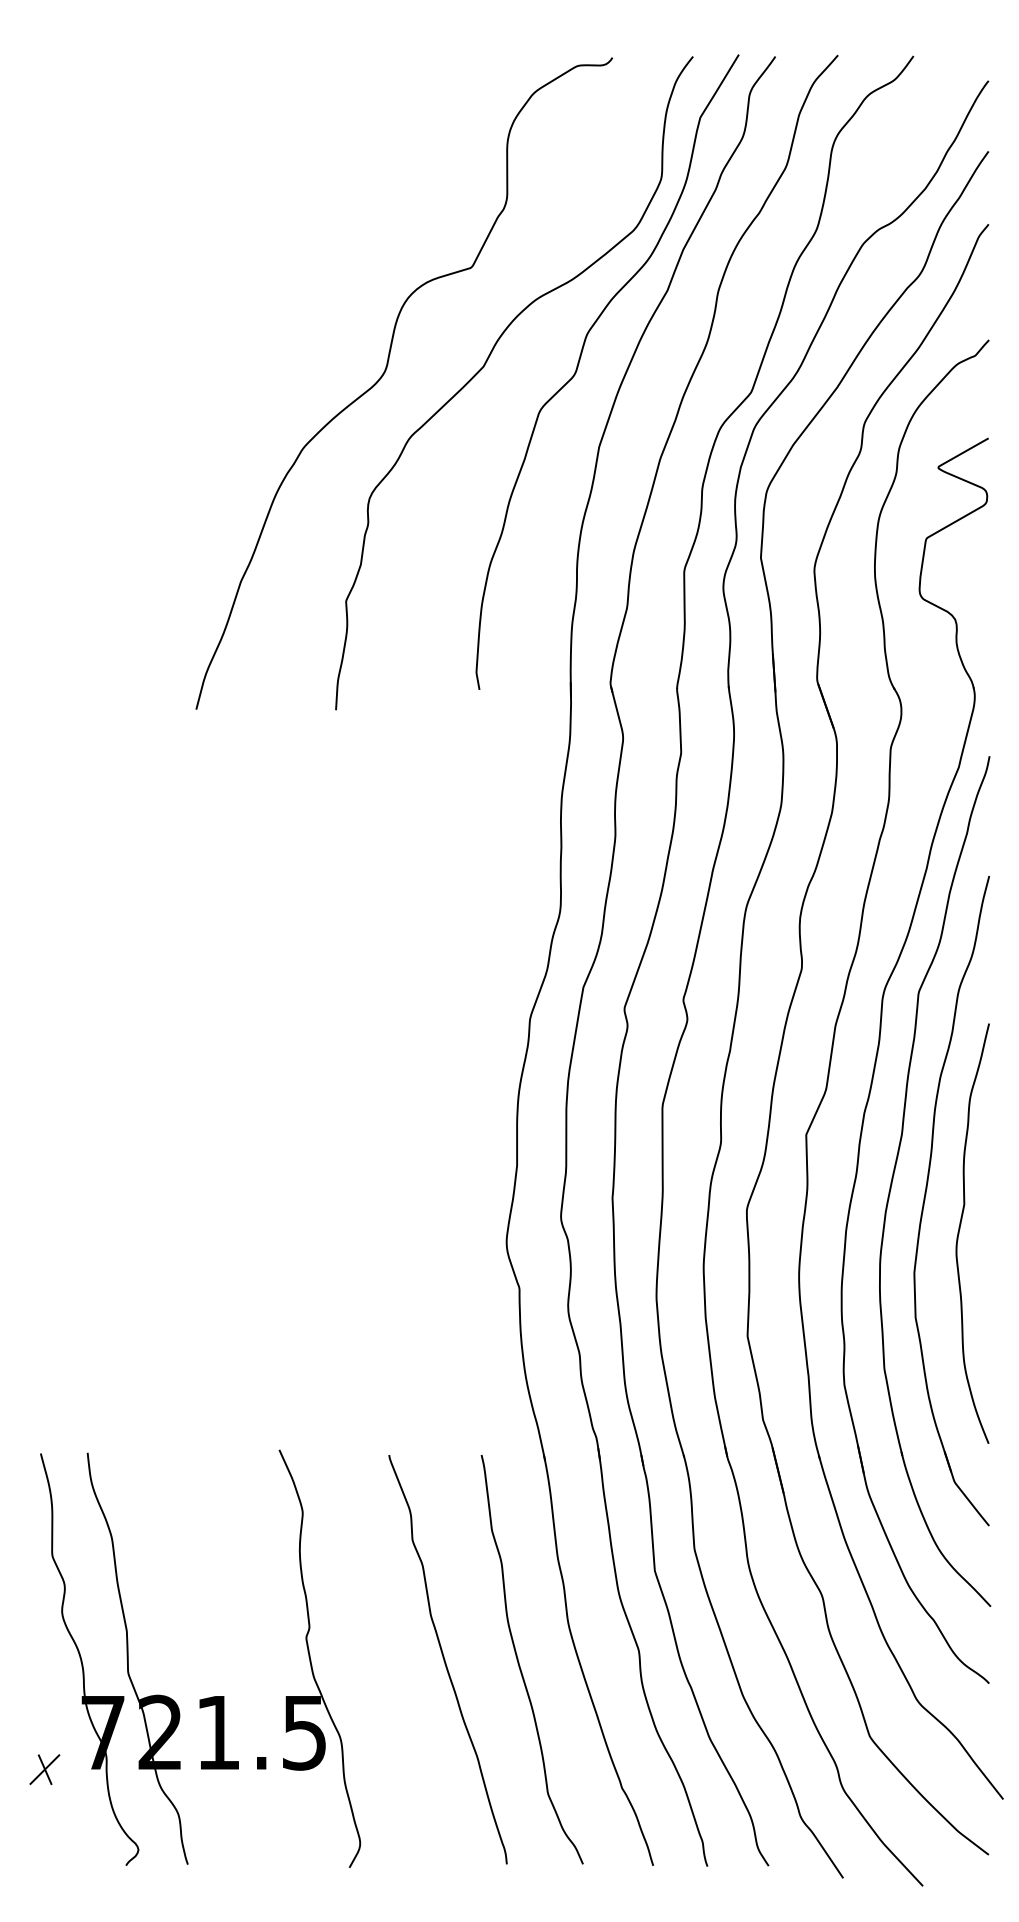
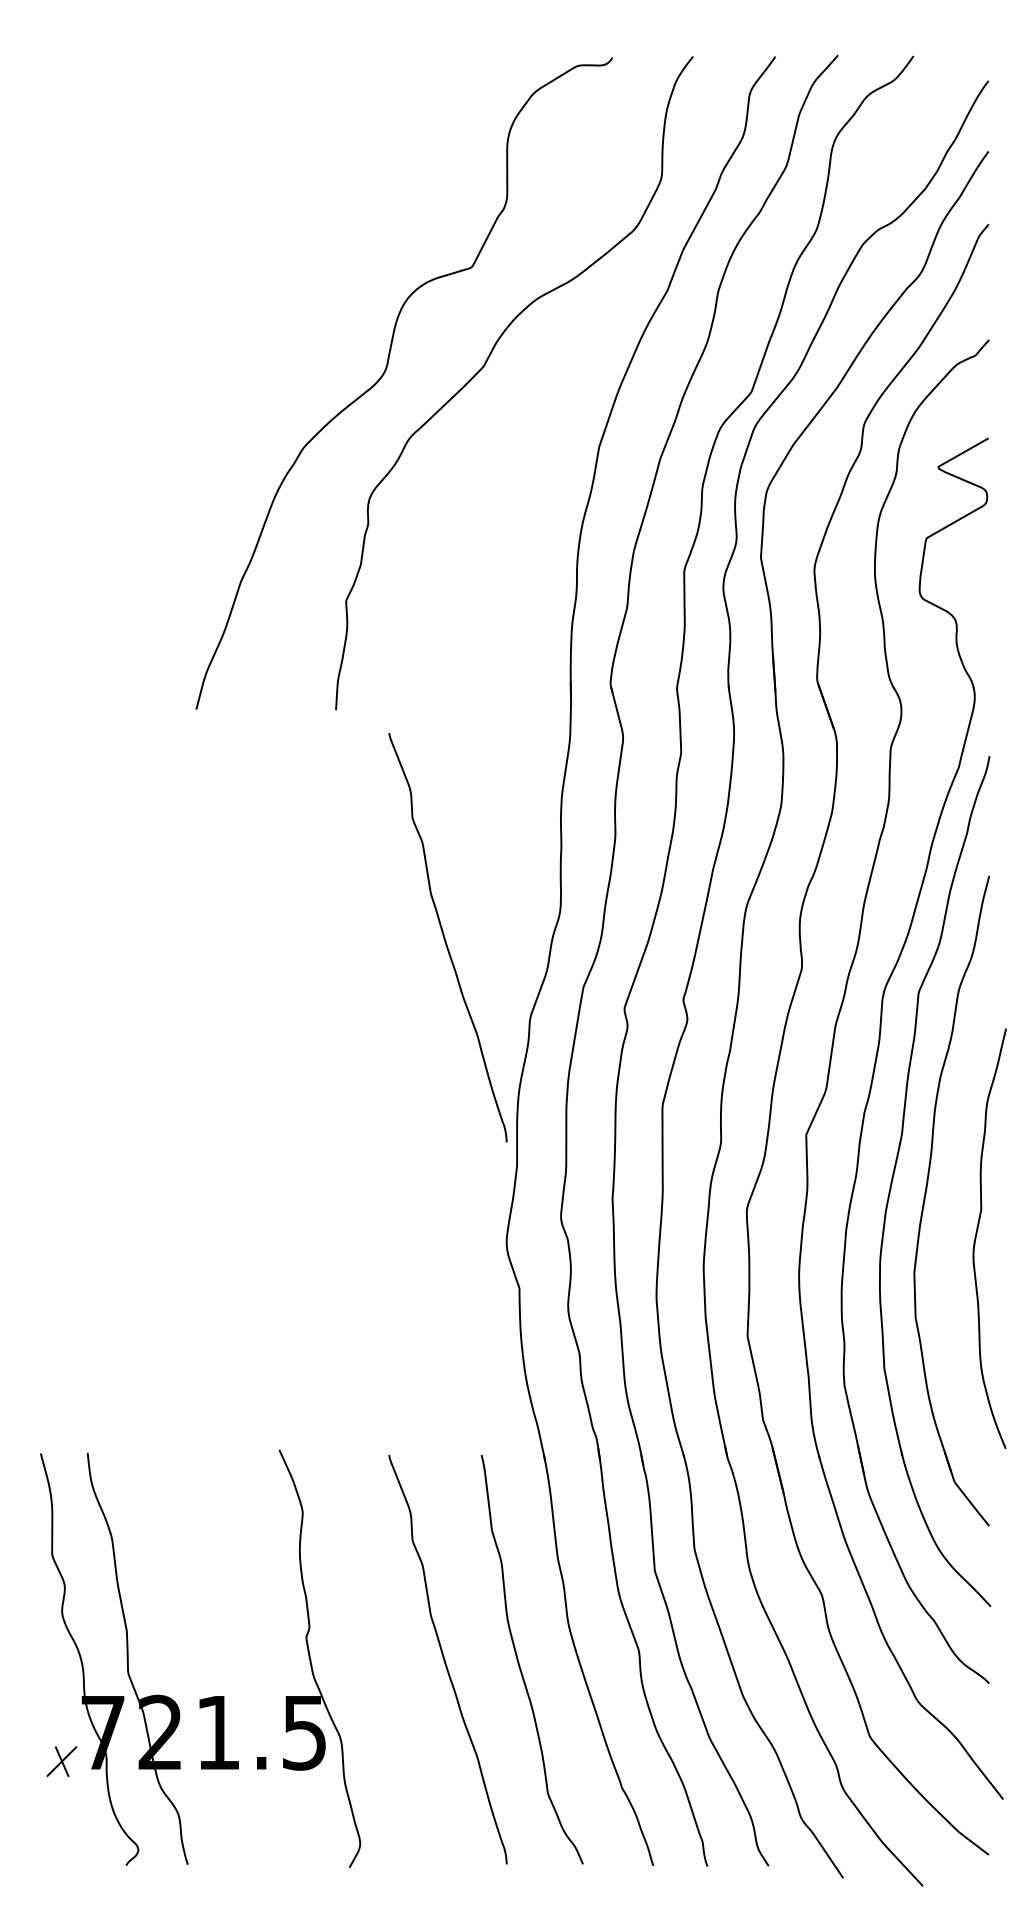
curve at (579, 364): present -> none
curve at (445, 937): none -> present
curve at (960, 1229) position: (960, 1229) -> (977, 1234)
part at (44, 1769) position: (44, 1769) -> (61, 1761)
